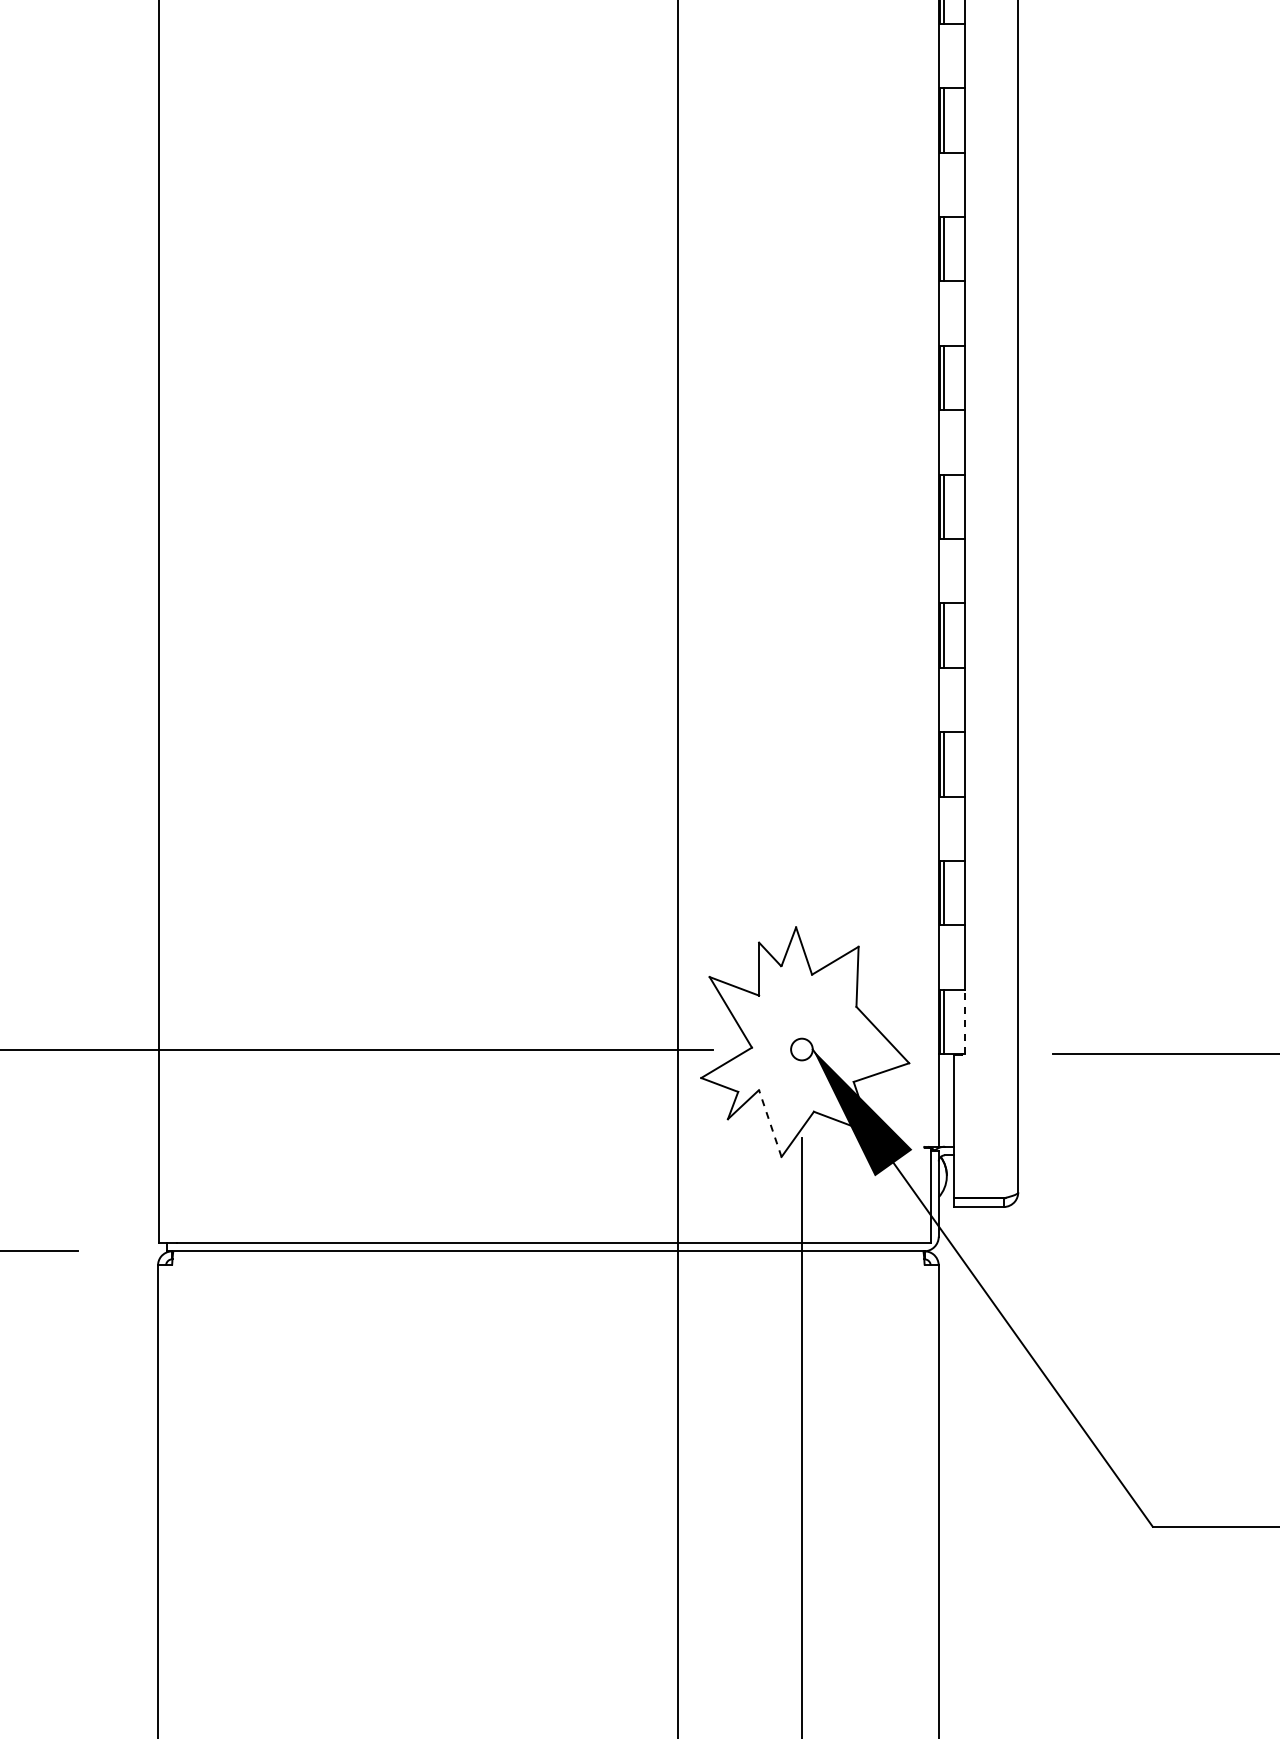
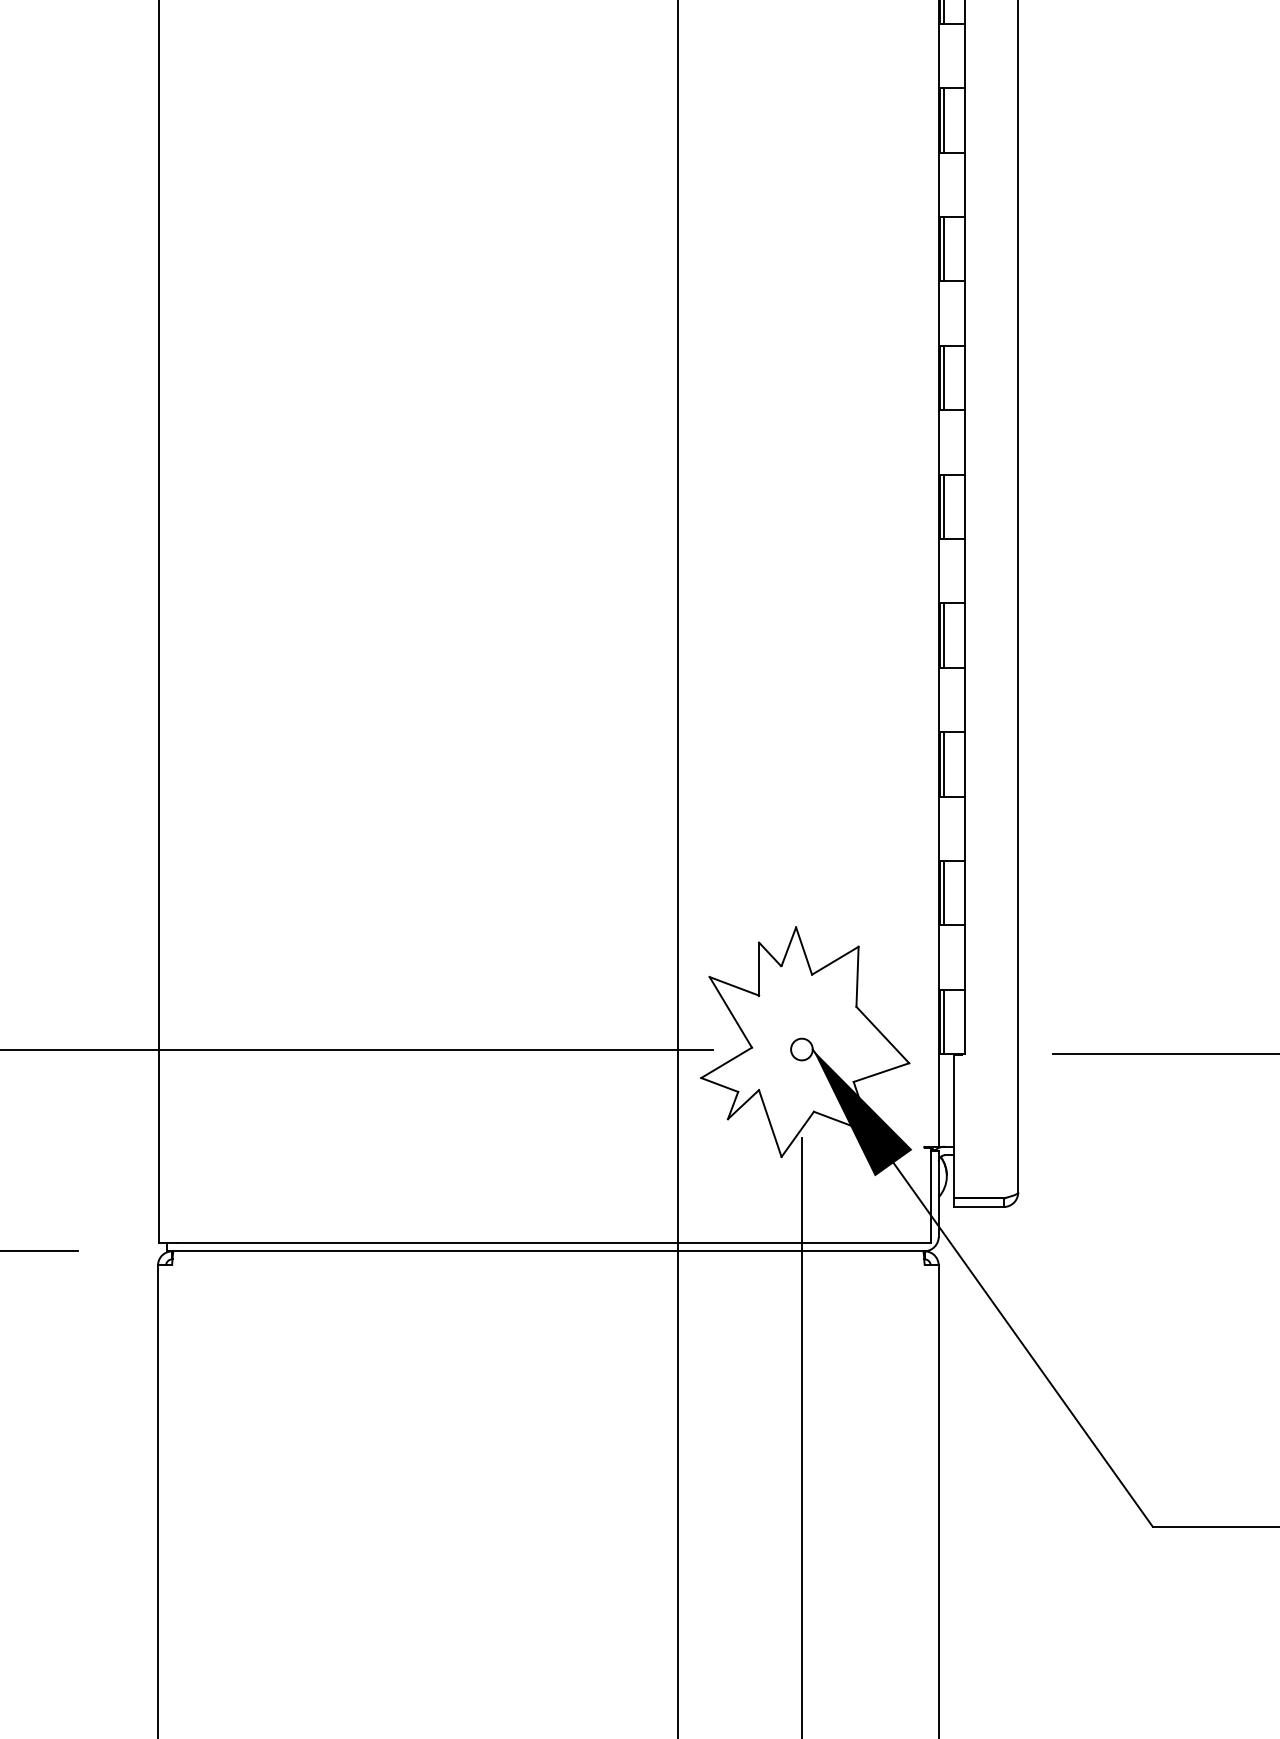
line at (964, 1021): dashed -> solid
line at (770, 1123): dashed -> solid
